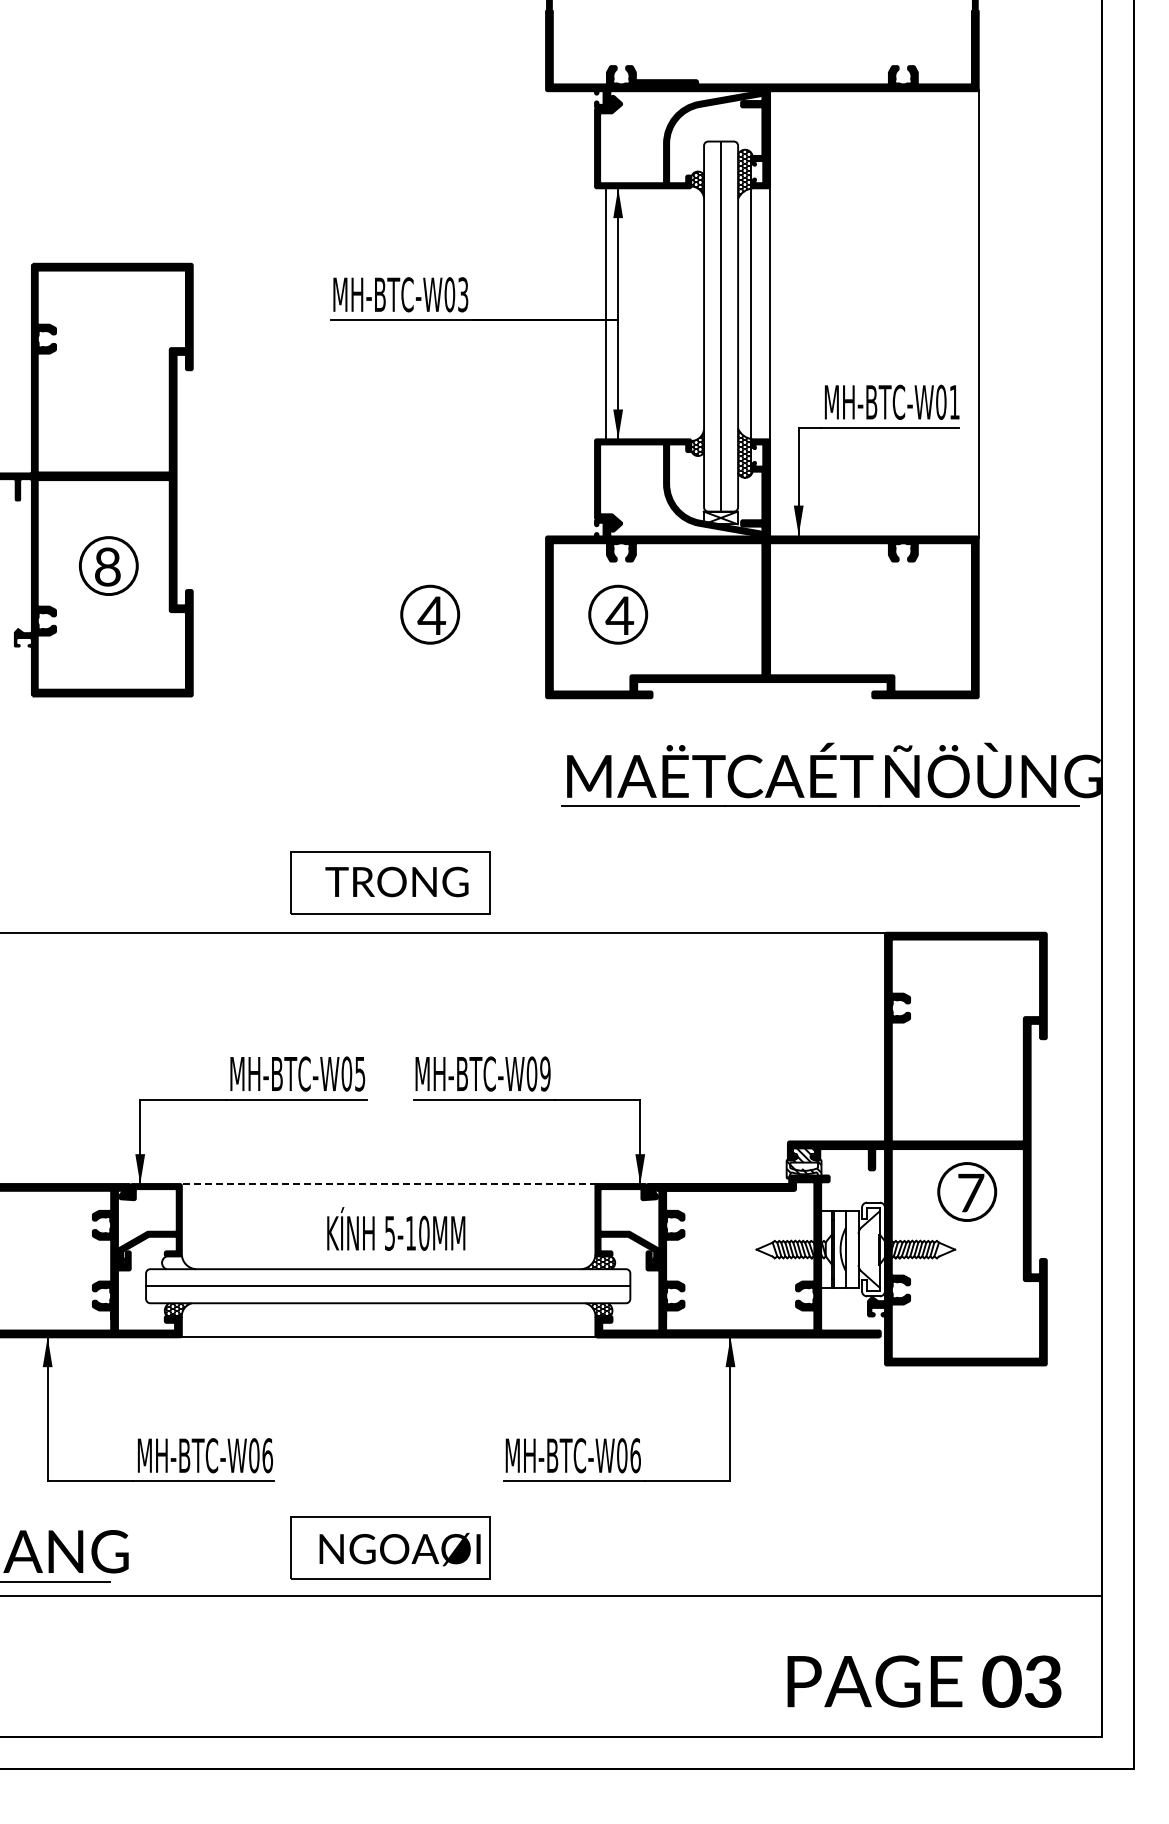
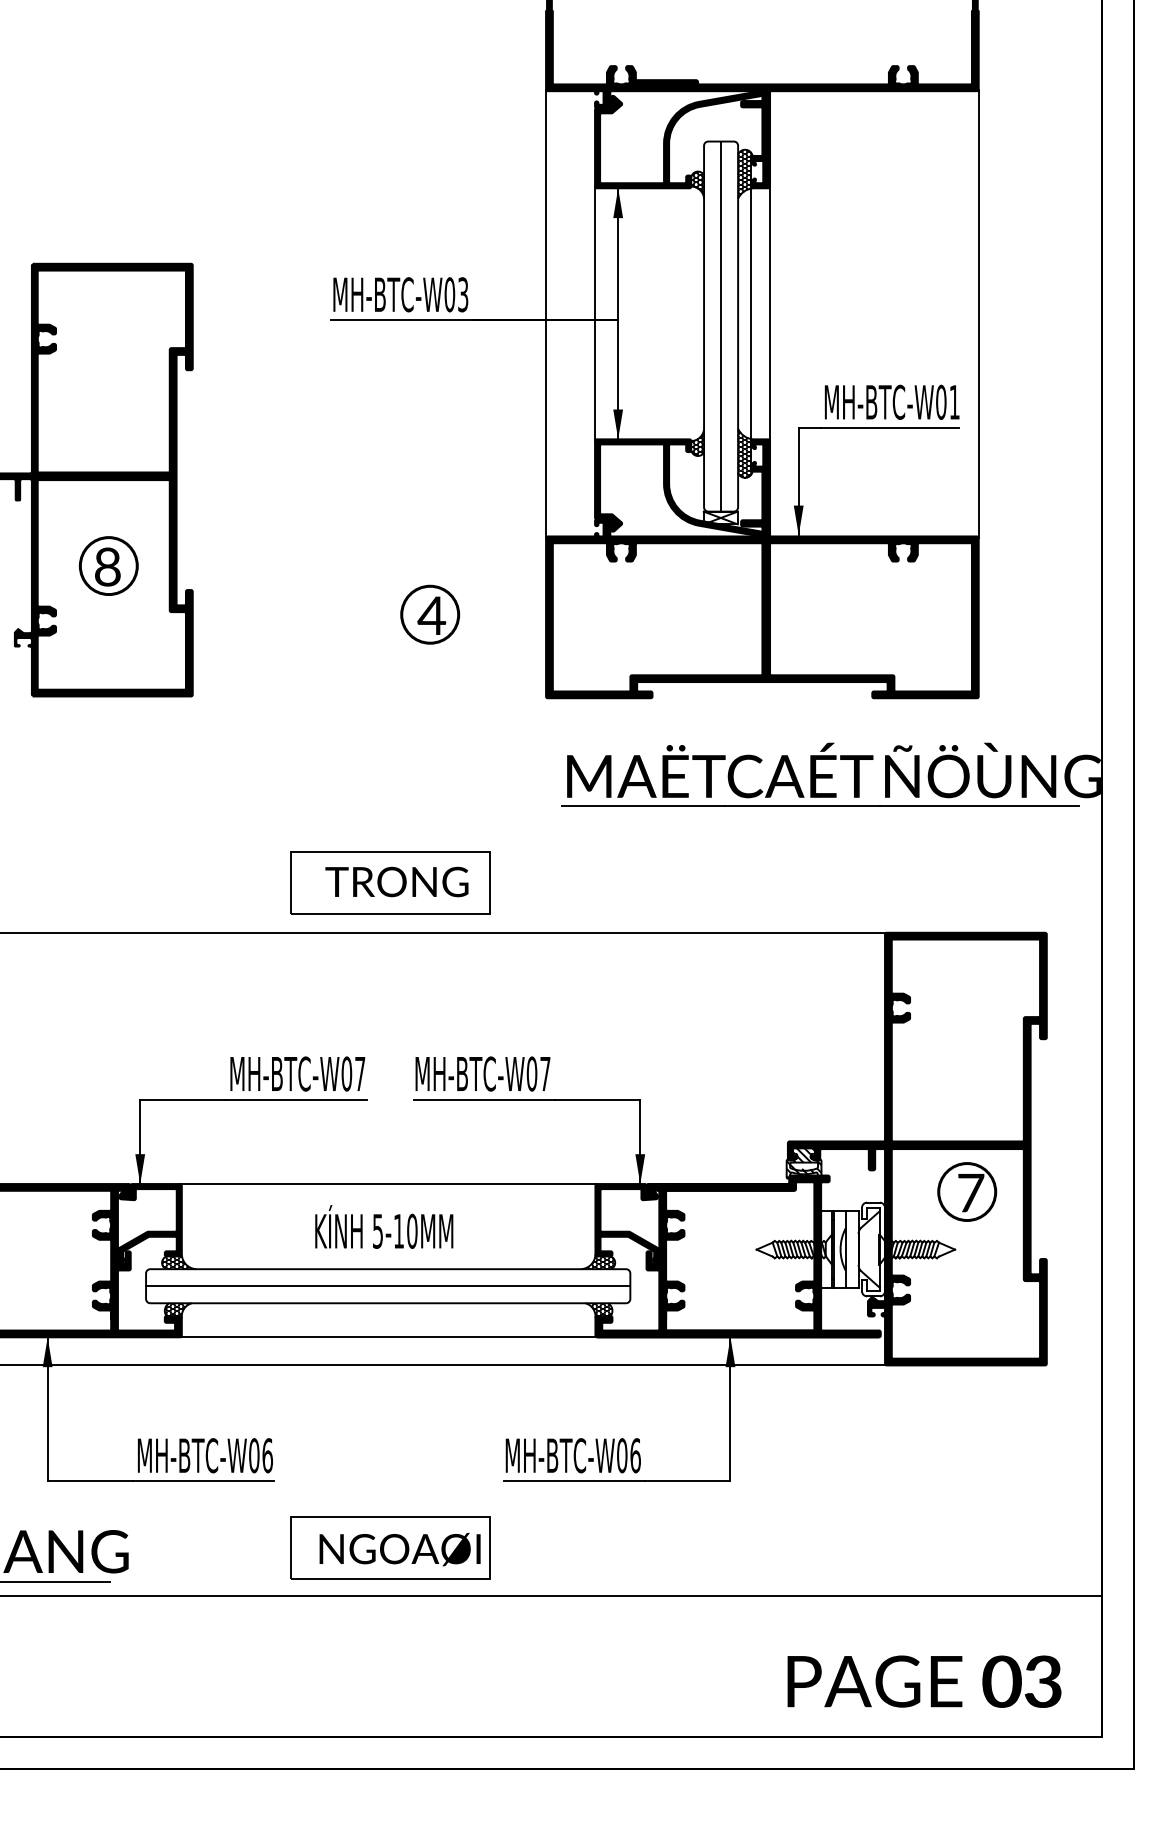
line at (546, 313): none -> present
line at (606, 313) position: (606, 313) -> (595, 313)
part at (618, 614): present -> none
text at (545, 1073): MH-BTC-W09 -> MH-BTC-W07
text at (360, 1074): MH-BTC-W05 -> MH-BTC-W07
line at (388, 1184): dashed -> solid
text at (396, 1228) position: (396, 1228) -> (384, 1226)
hatch at (178, 1262): none -> present
line at (444, 1365): none -> present
